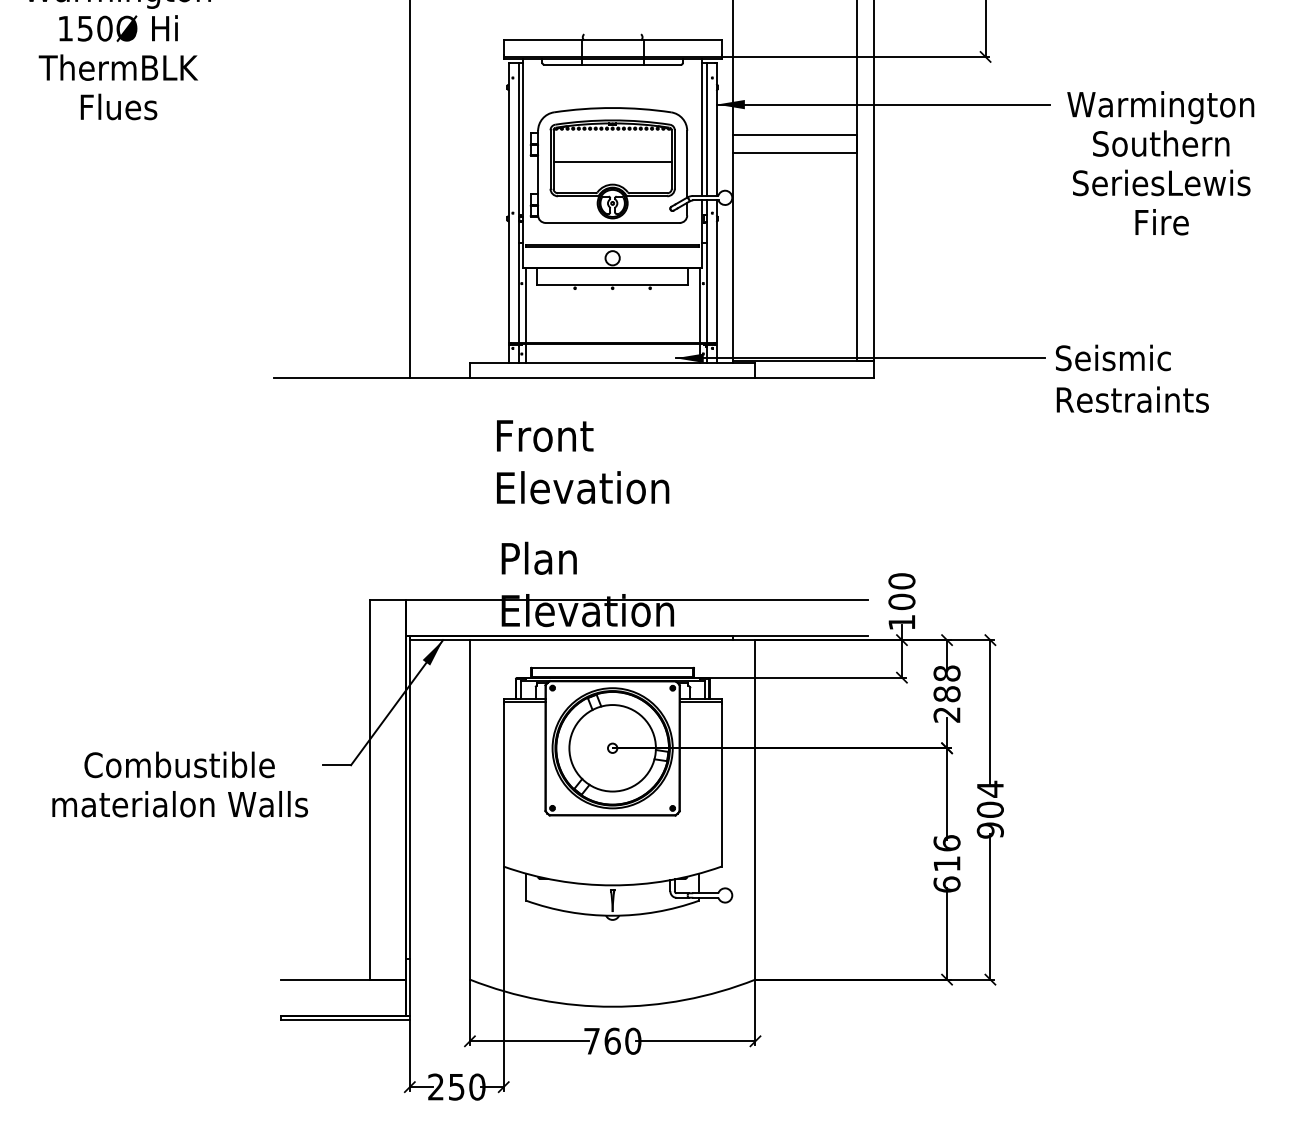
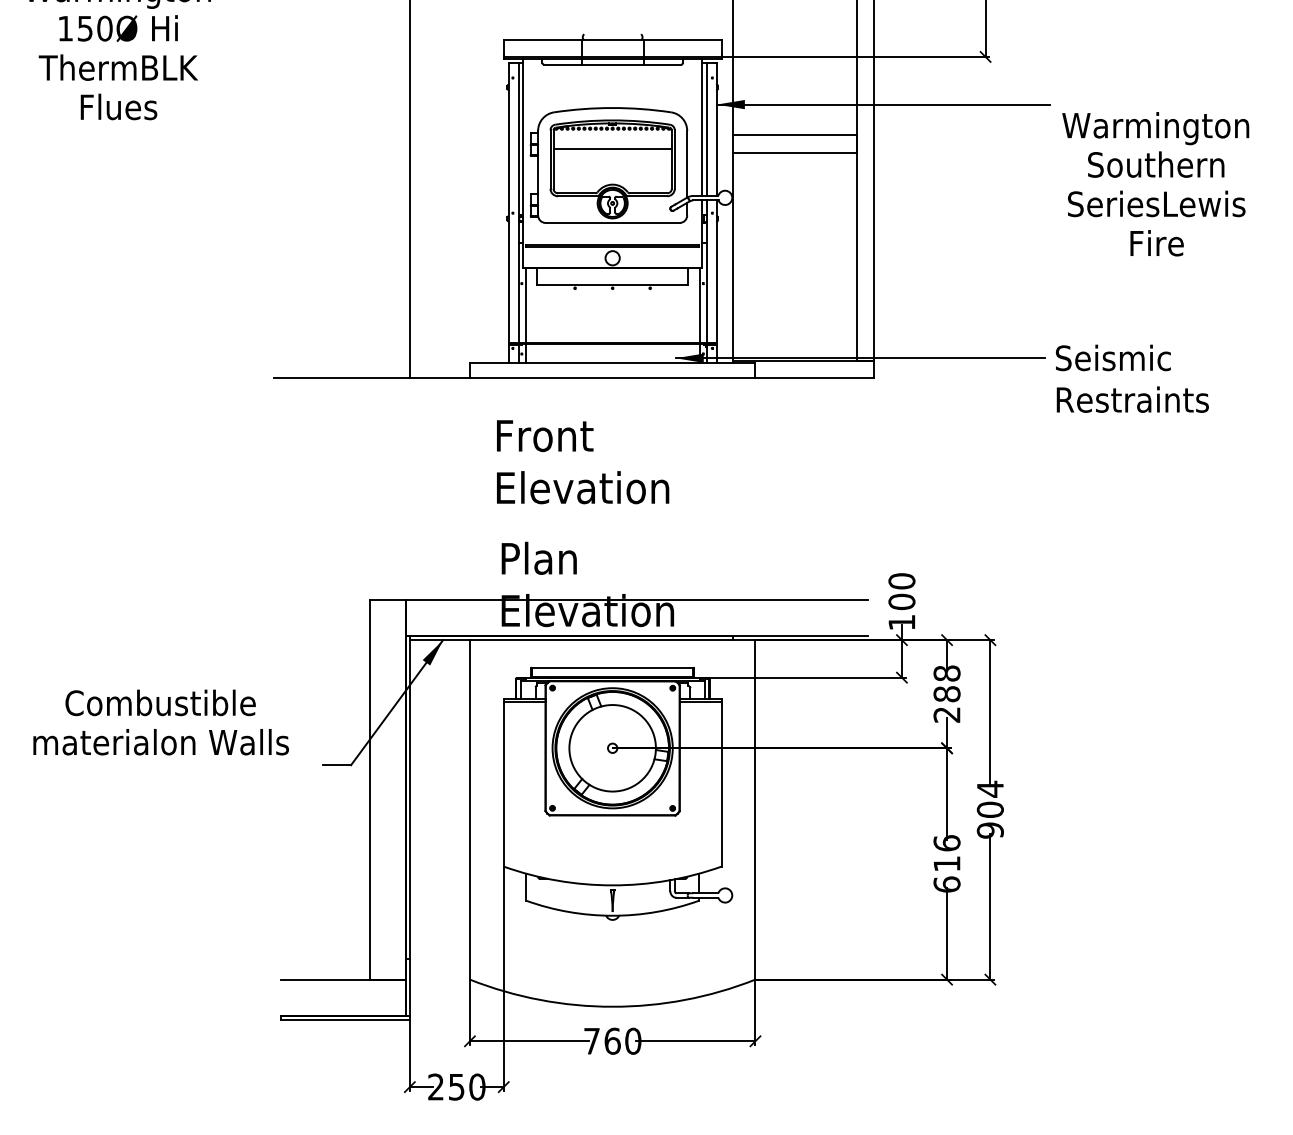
line at (612, 162) position: (612, 162) -> (612, 149)
text at (1160, 163) position: (1160, 163) -> (1155, 184)
text at (179, 784) position: (179, 784) -> (160, 722)
